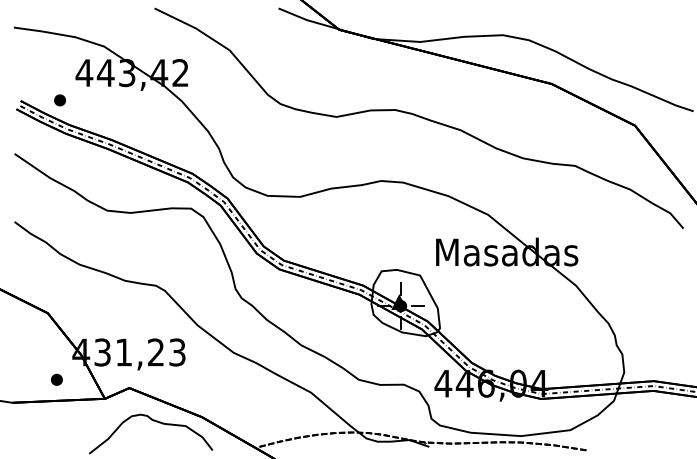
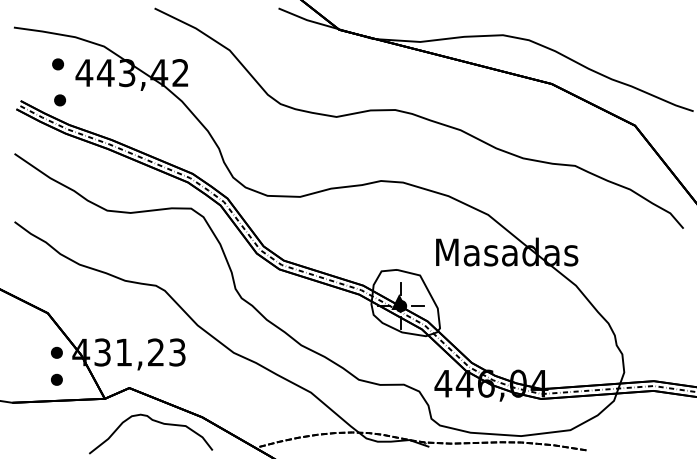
part at (57, 64): none -> present
part at (56, 352): none -> present
